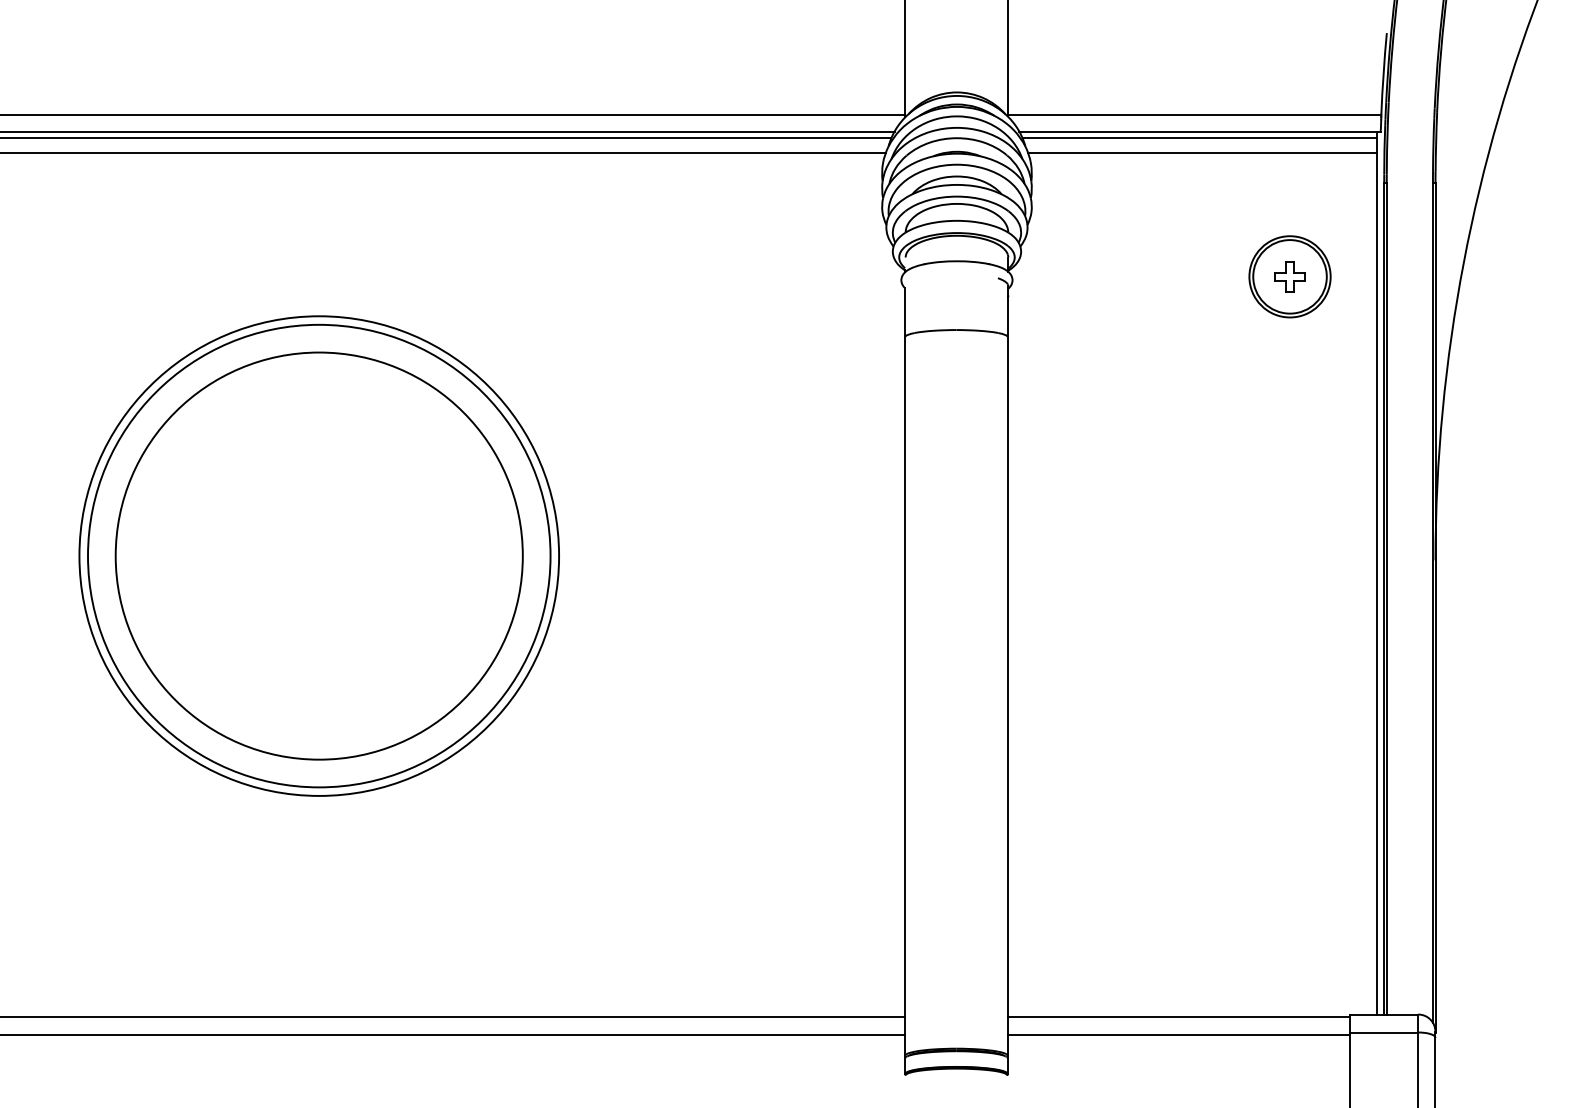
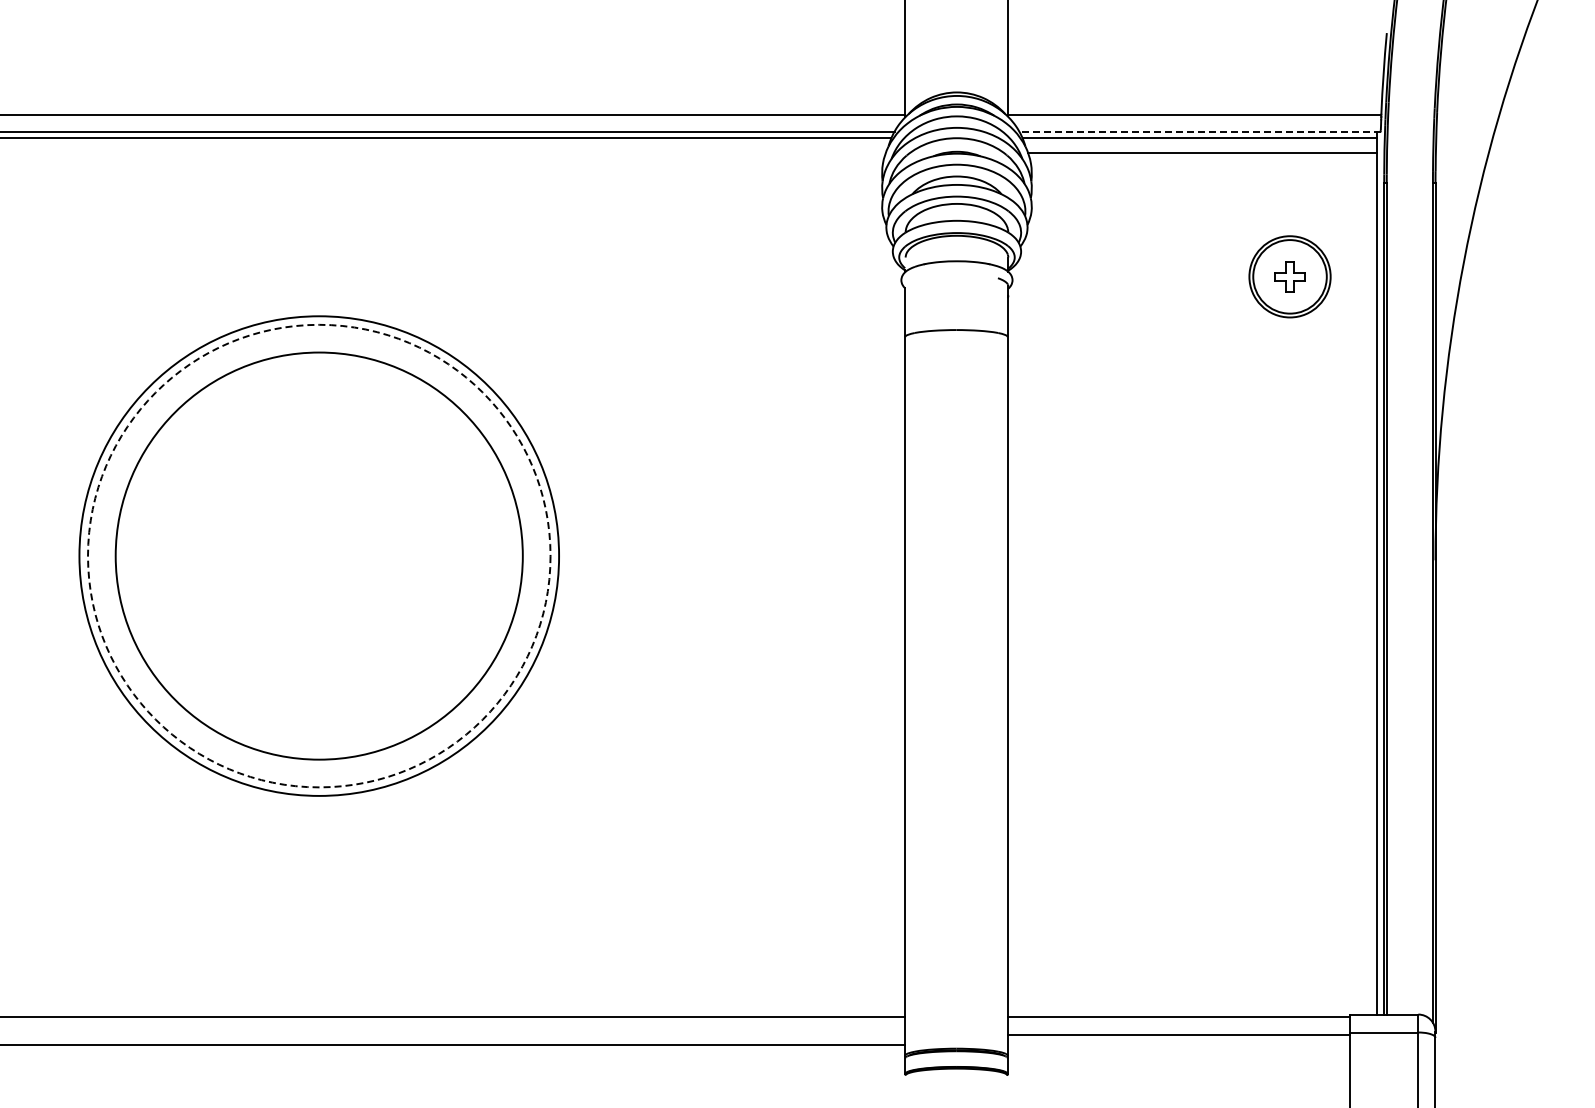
line at (1200, 131): solid -> dashed
line at (443, 152): present -> none
circle at (319, 555): solid -> dashed
line at (453, 1035) position: (453, 1035) -> (453, 1045)
